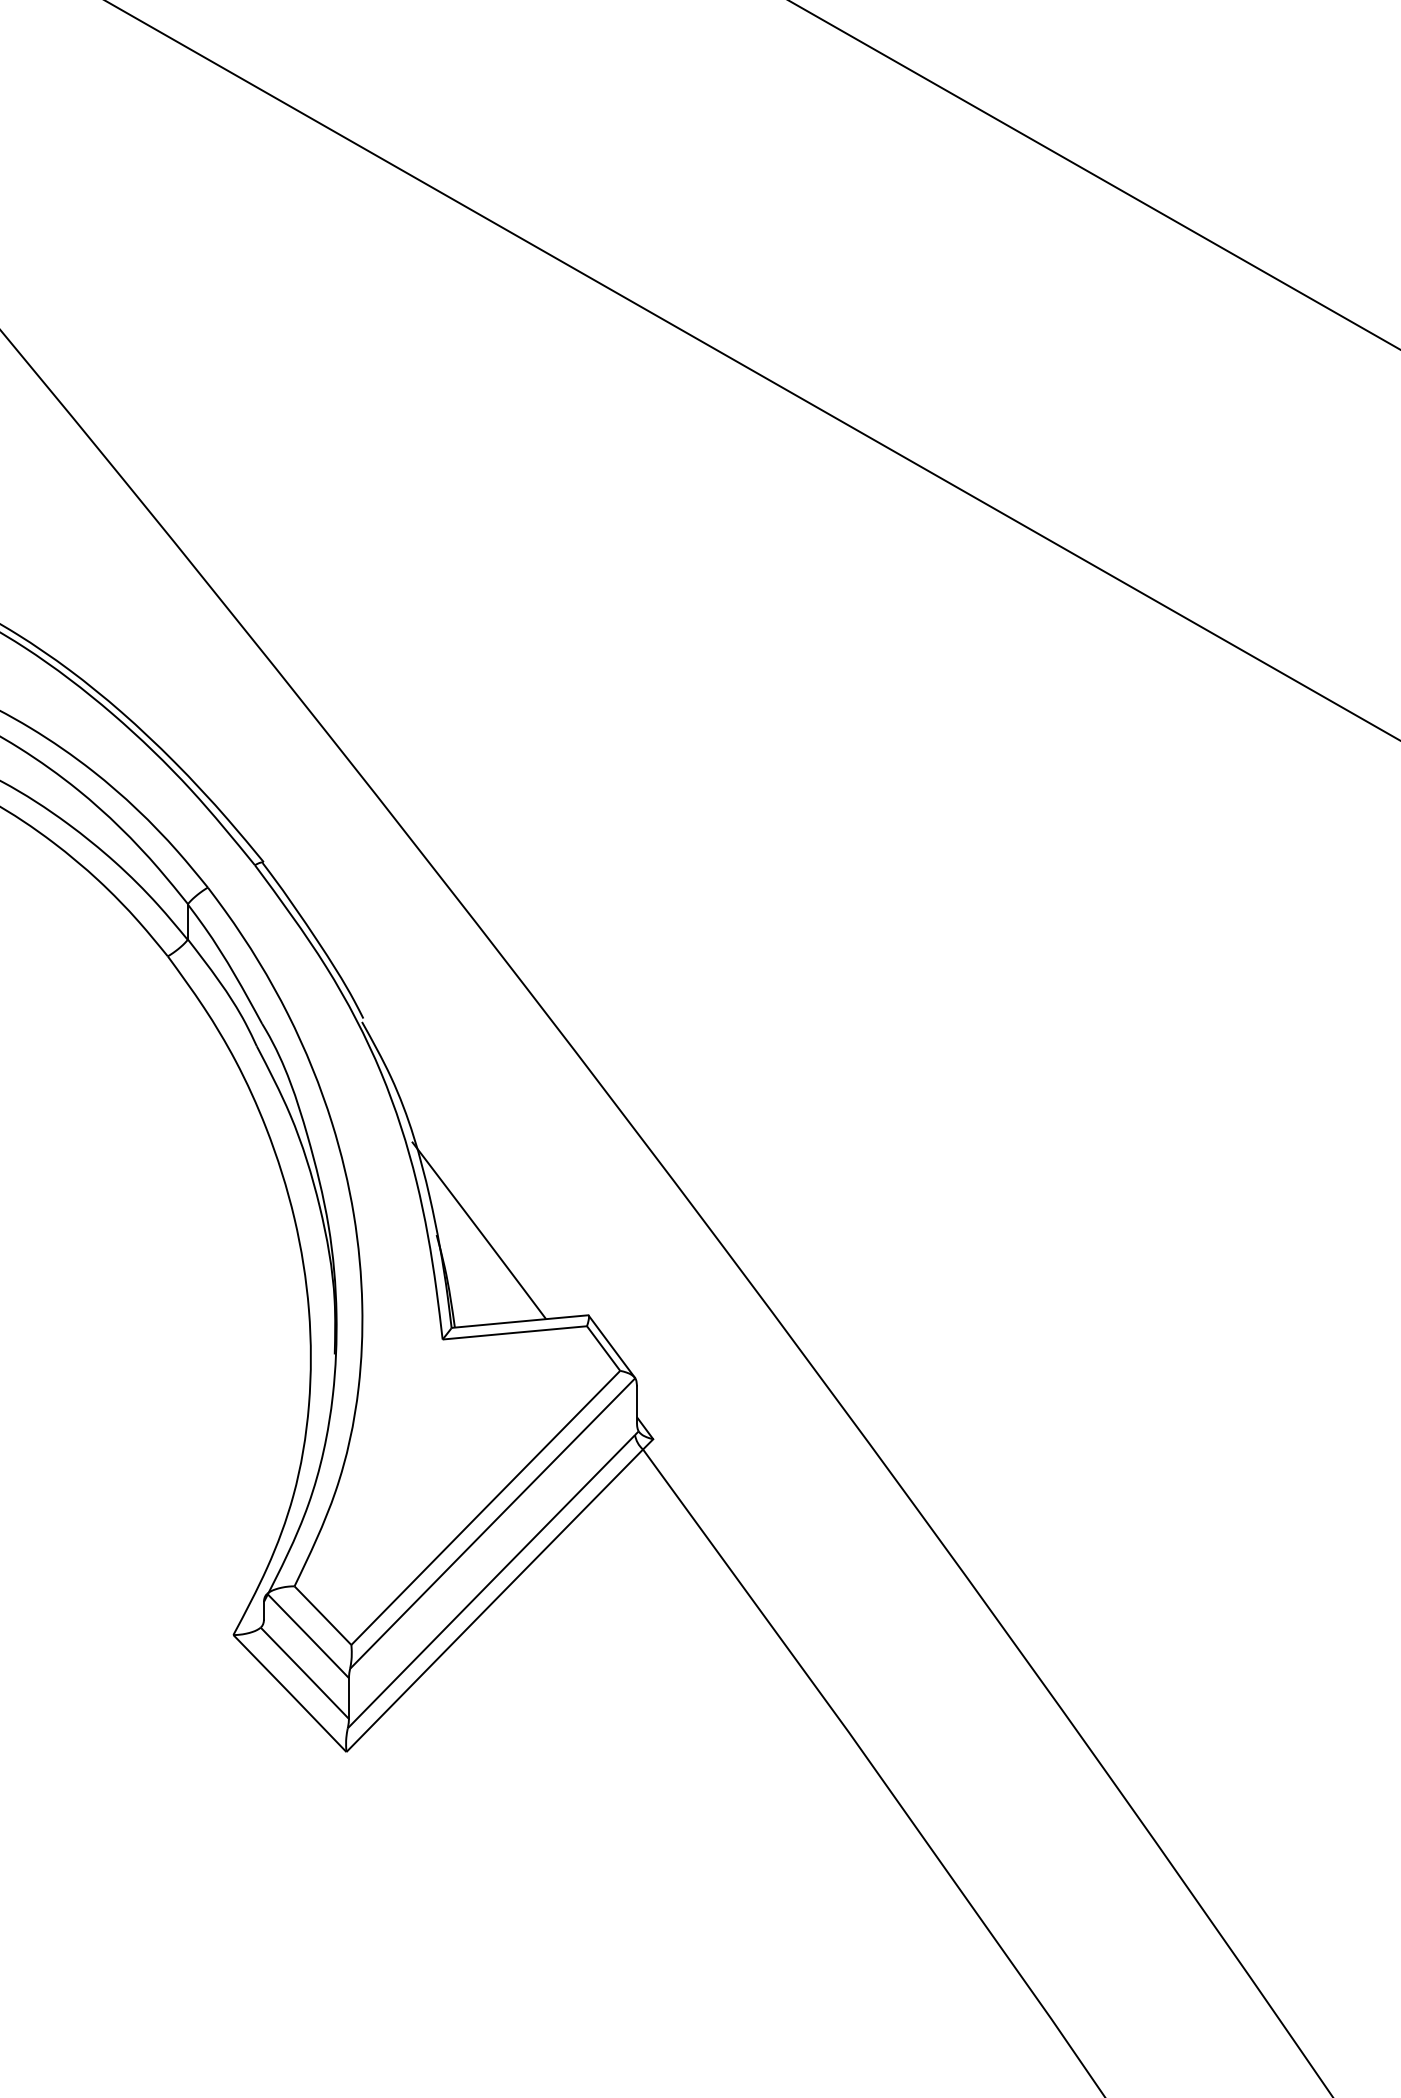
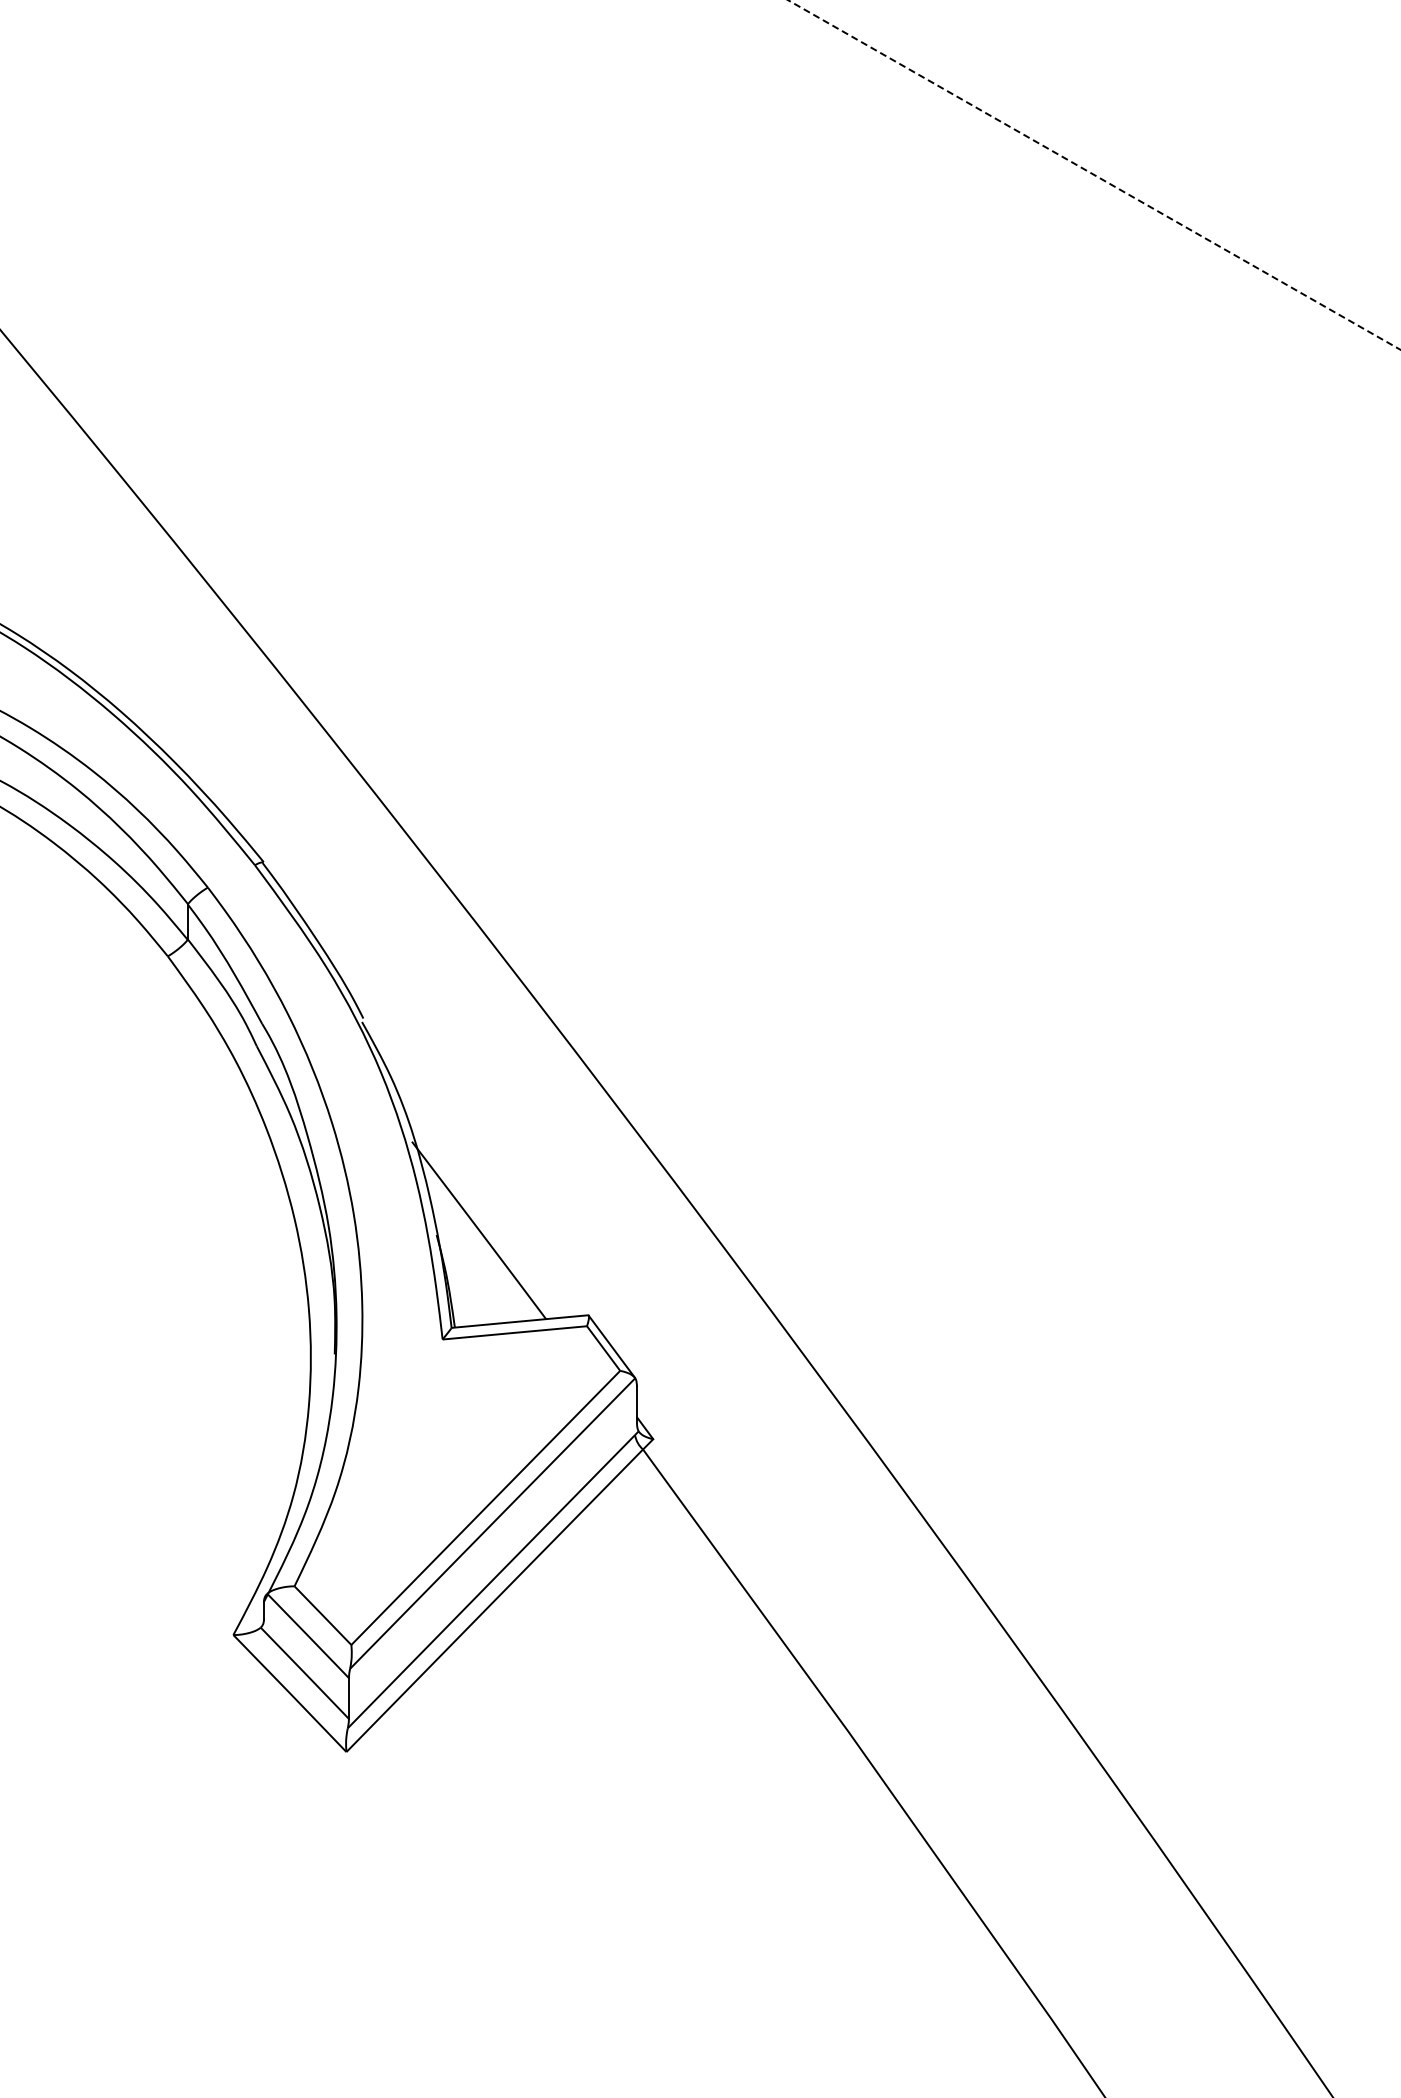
line at (1094, 175): solid -> dashed
line at (752, 370): present -> none
